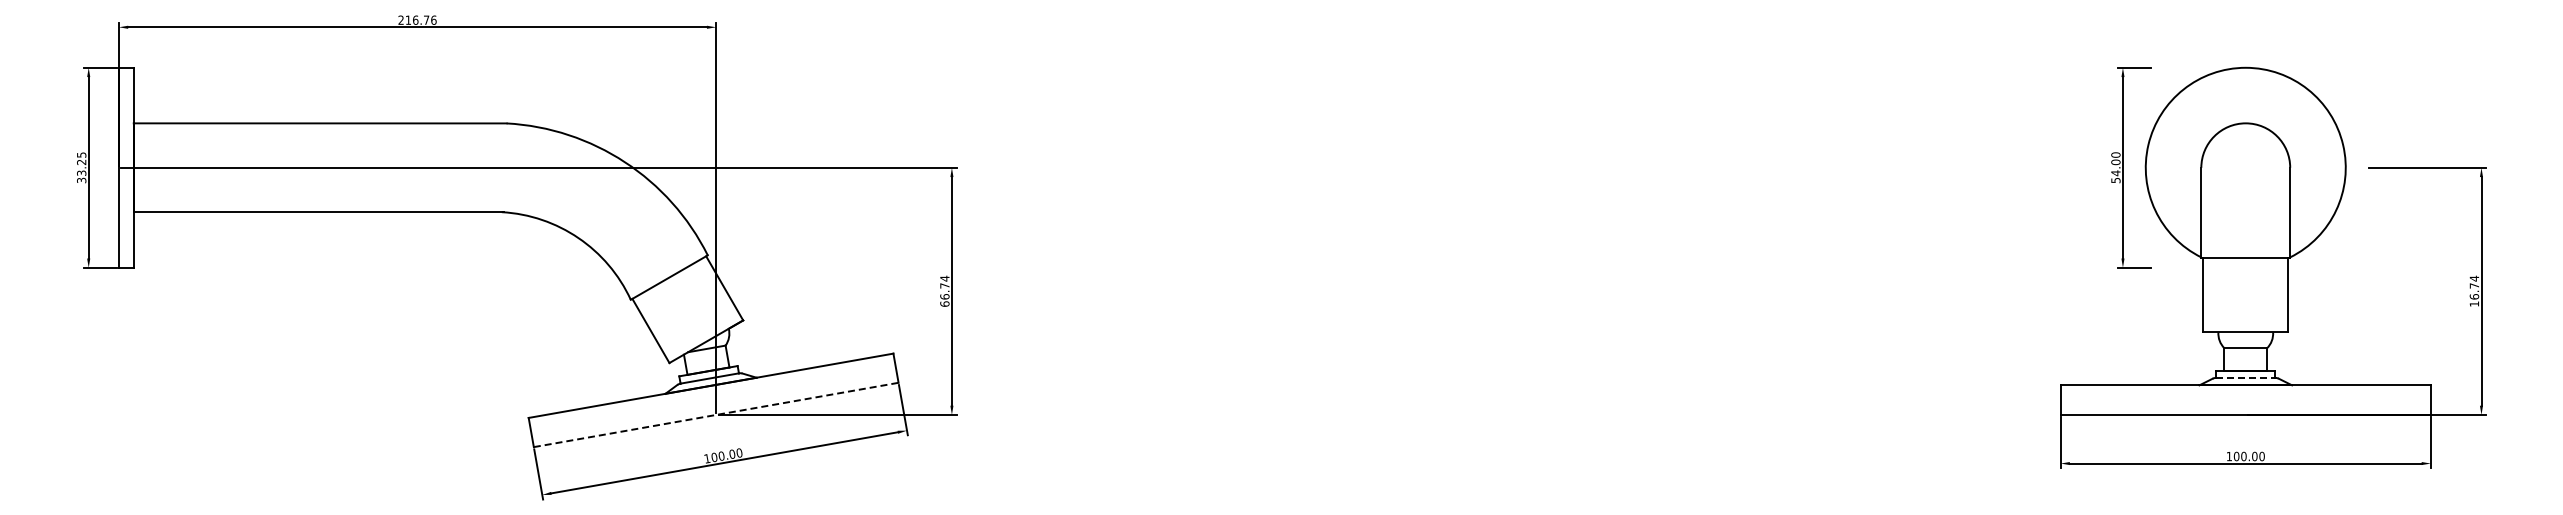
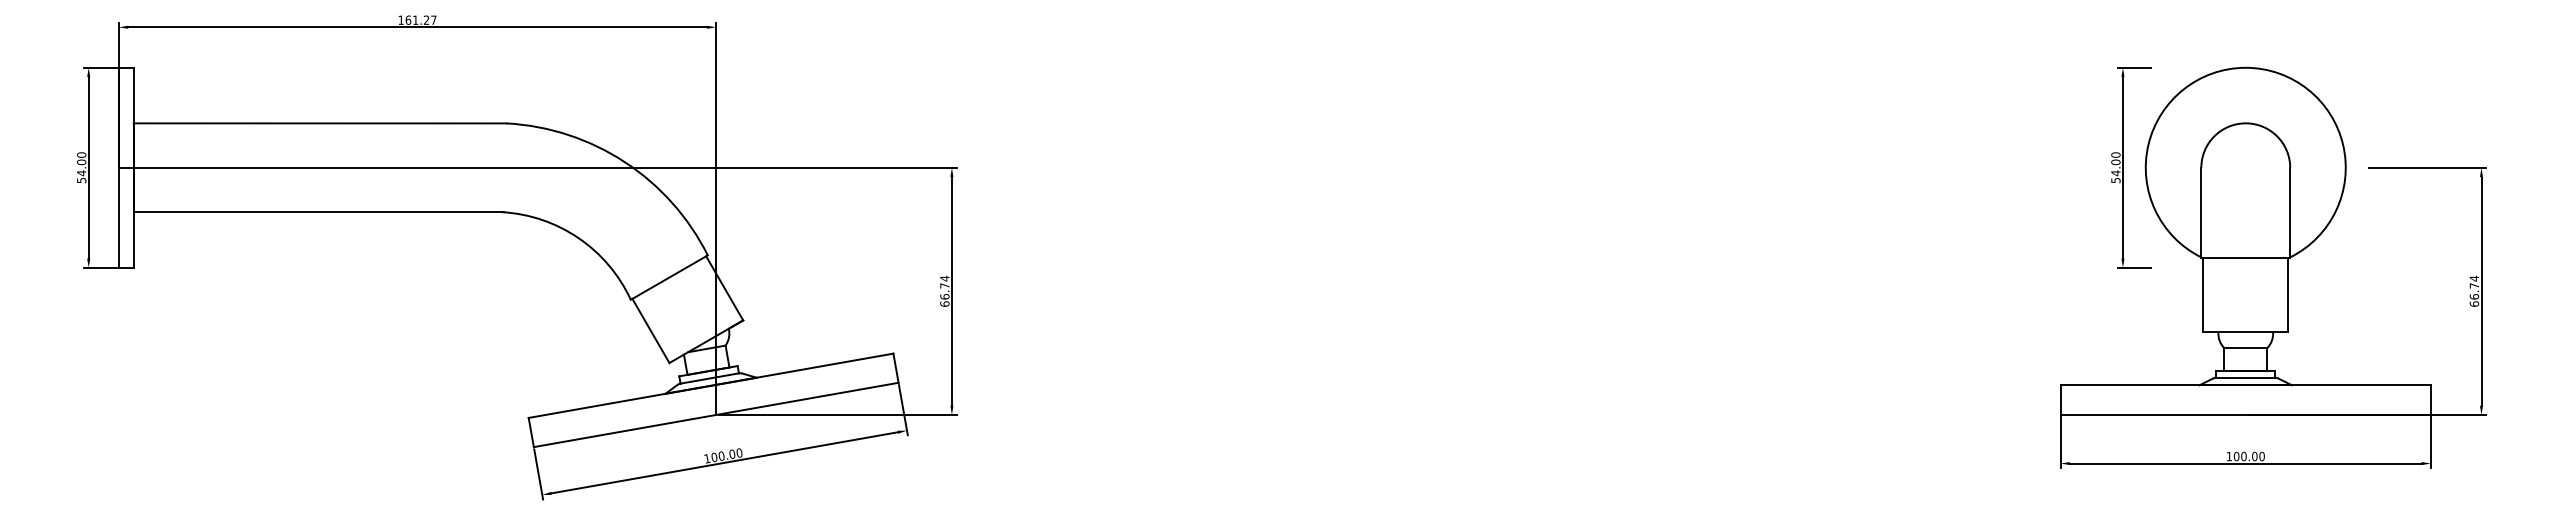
text at (417, 19): 216.76 -> 161.27
text at (81, 167): 33.25 -> 54.00
text at (2474, 303): 16.74 -> 66.74
line at (2245, 377): dashed -> solid
line at (716, 414): dashed -> solid
